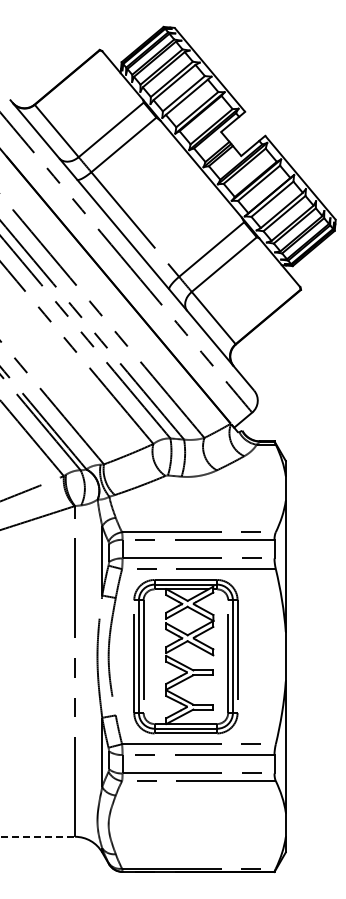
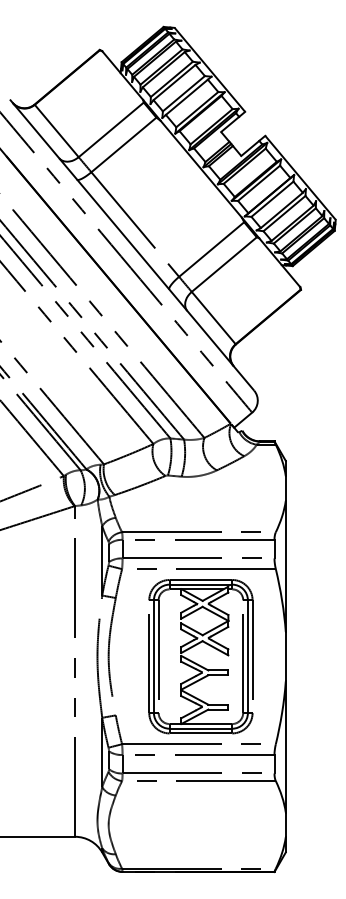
part at (185, 656) position: (185, 656) -> (200, 656)
line at (38, 836): dashed -> solid
